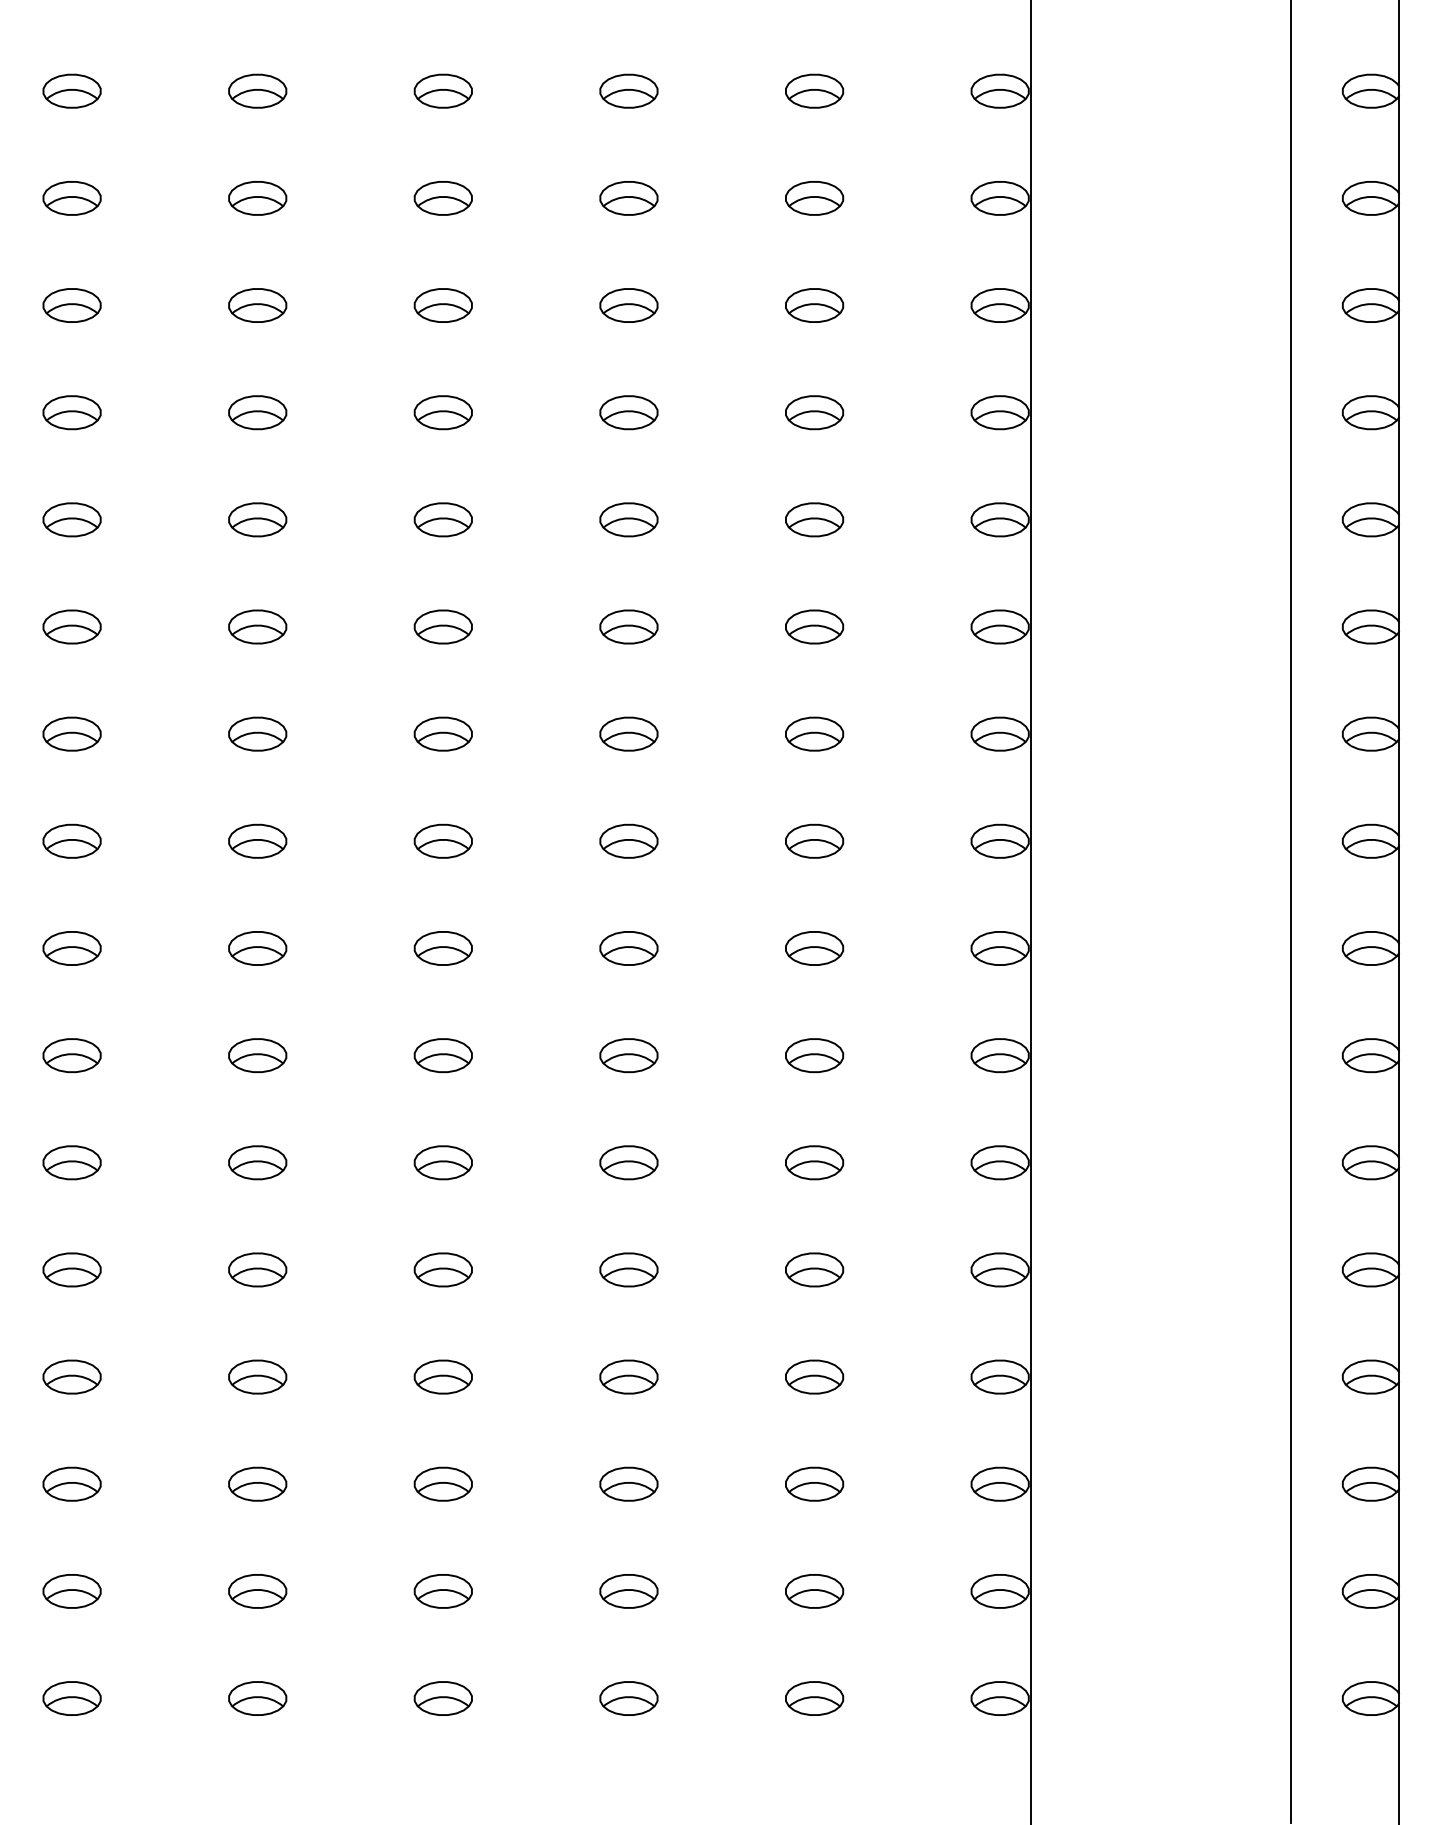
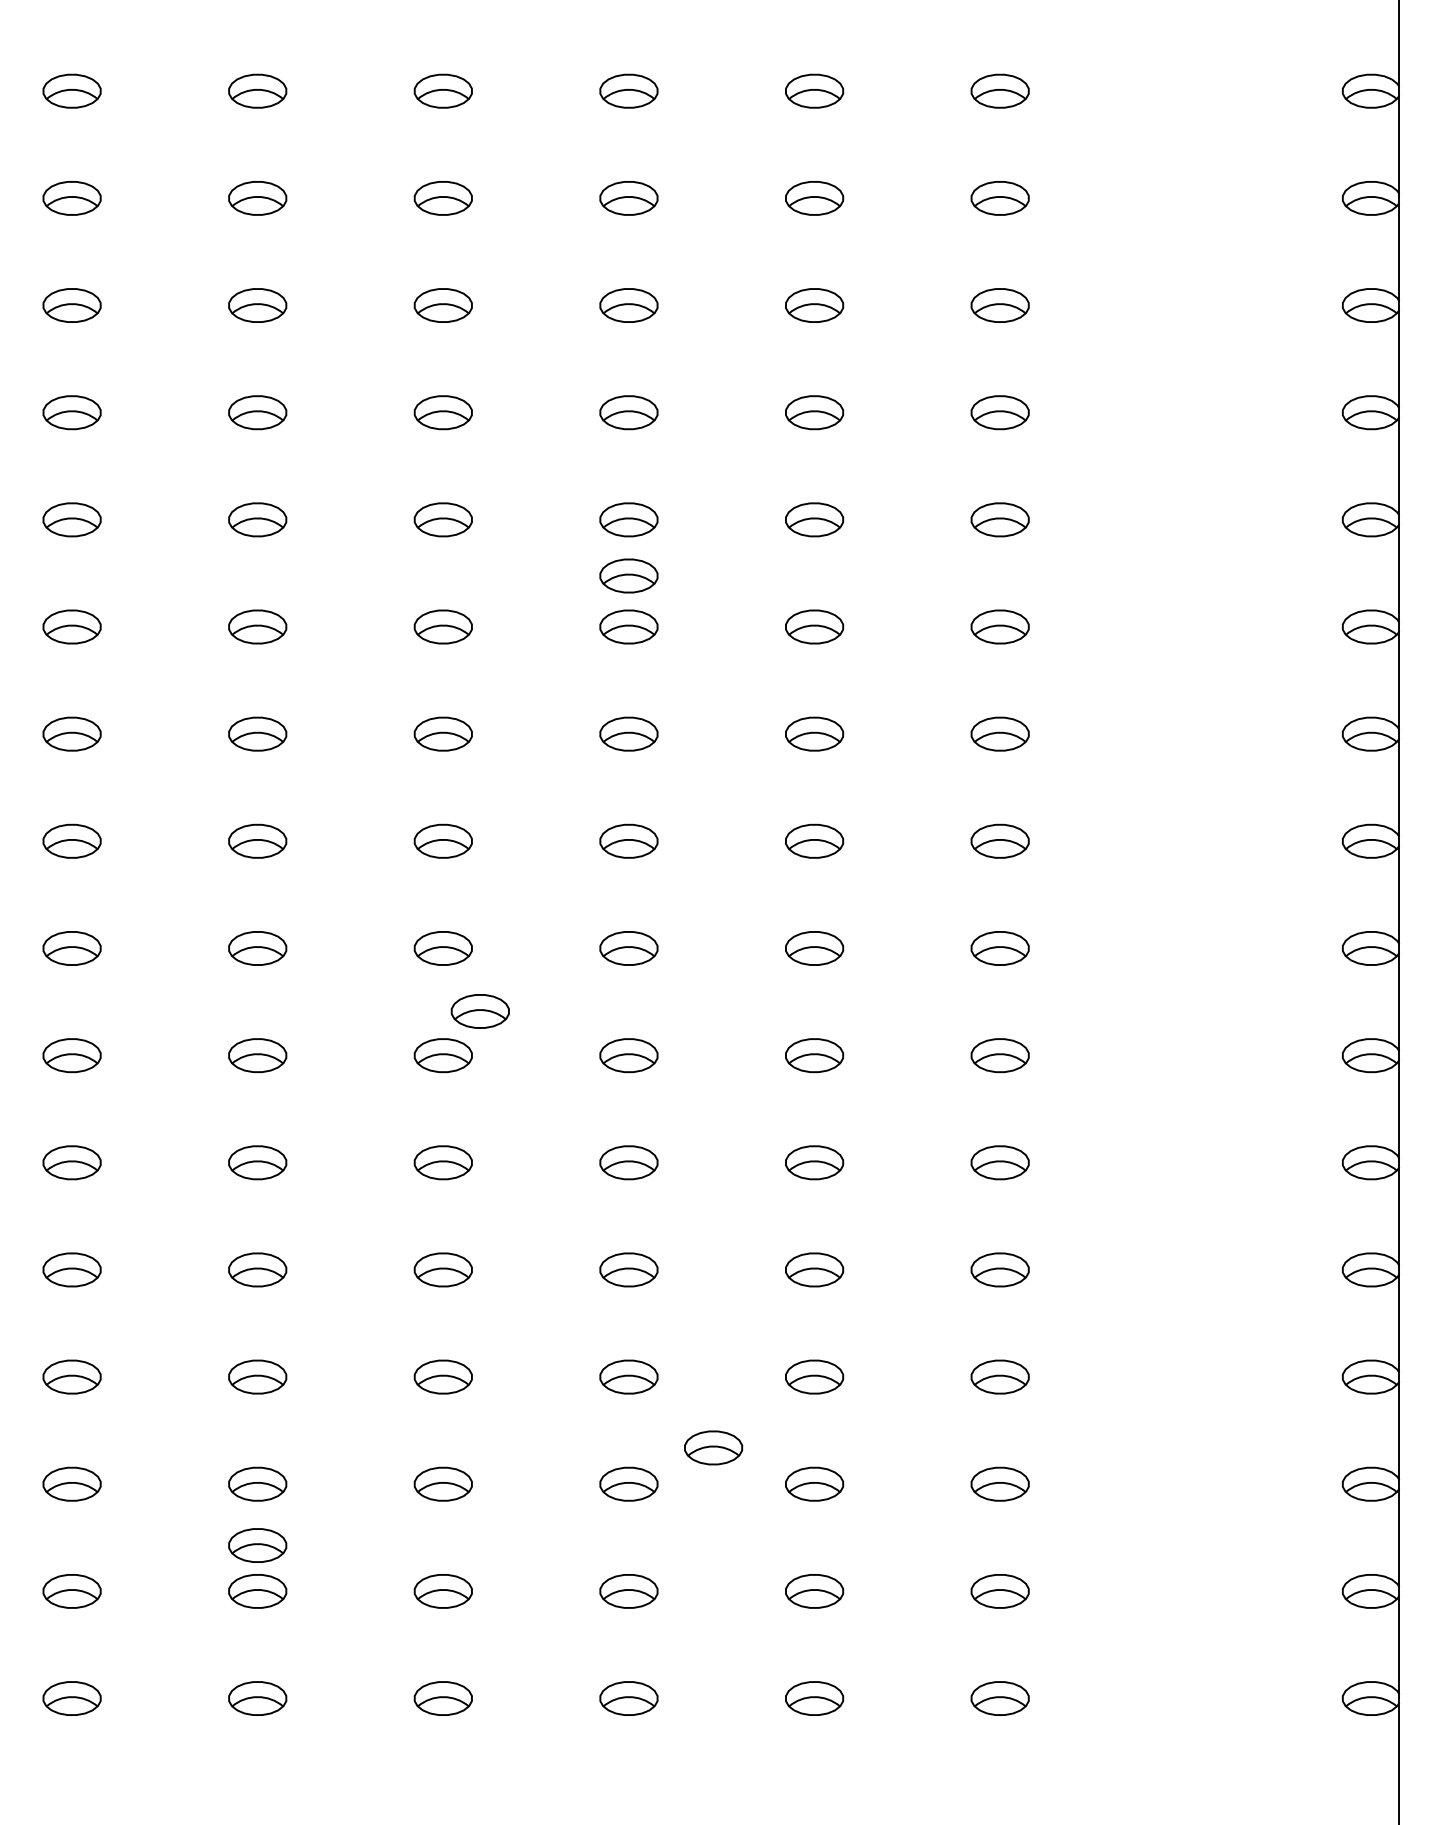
part at (628, 575): none -> present
line at (1030, 911): present -> none
line at (1291, 911): present -> none
part at (479, 1011): none -> present
part at (713, 1447): none -> present
part at (257, 1545): none -> present
